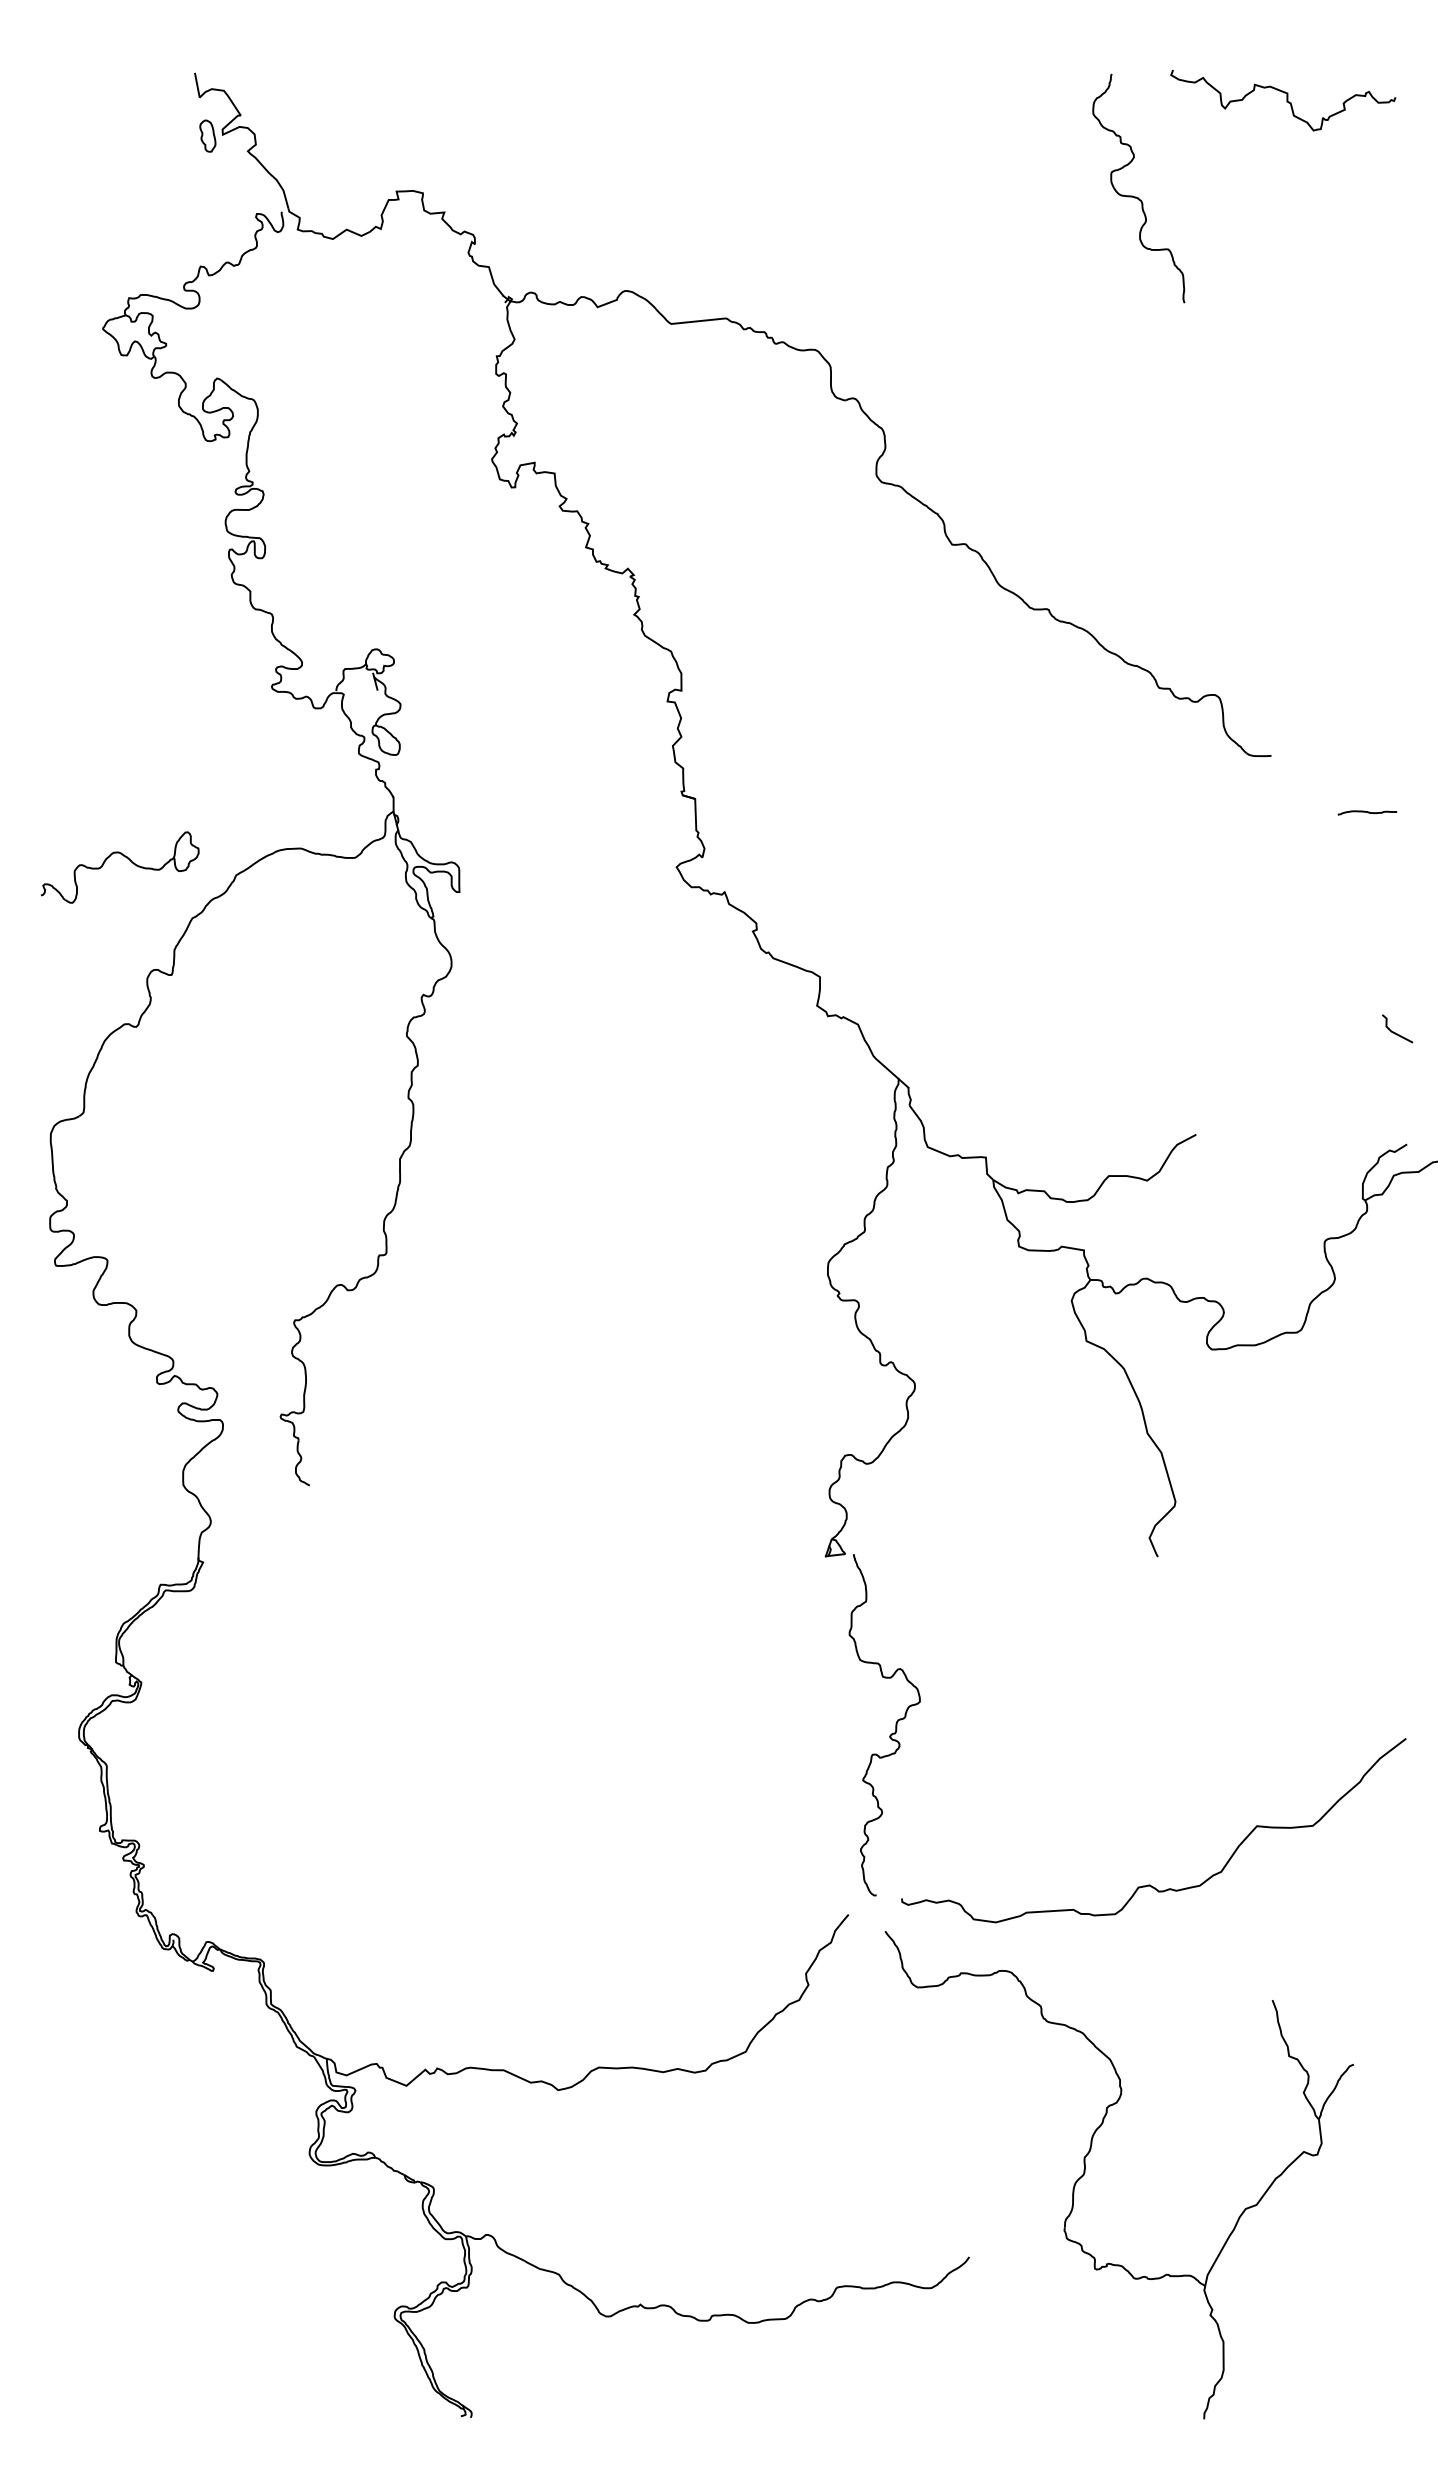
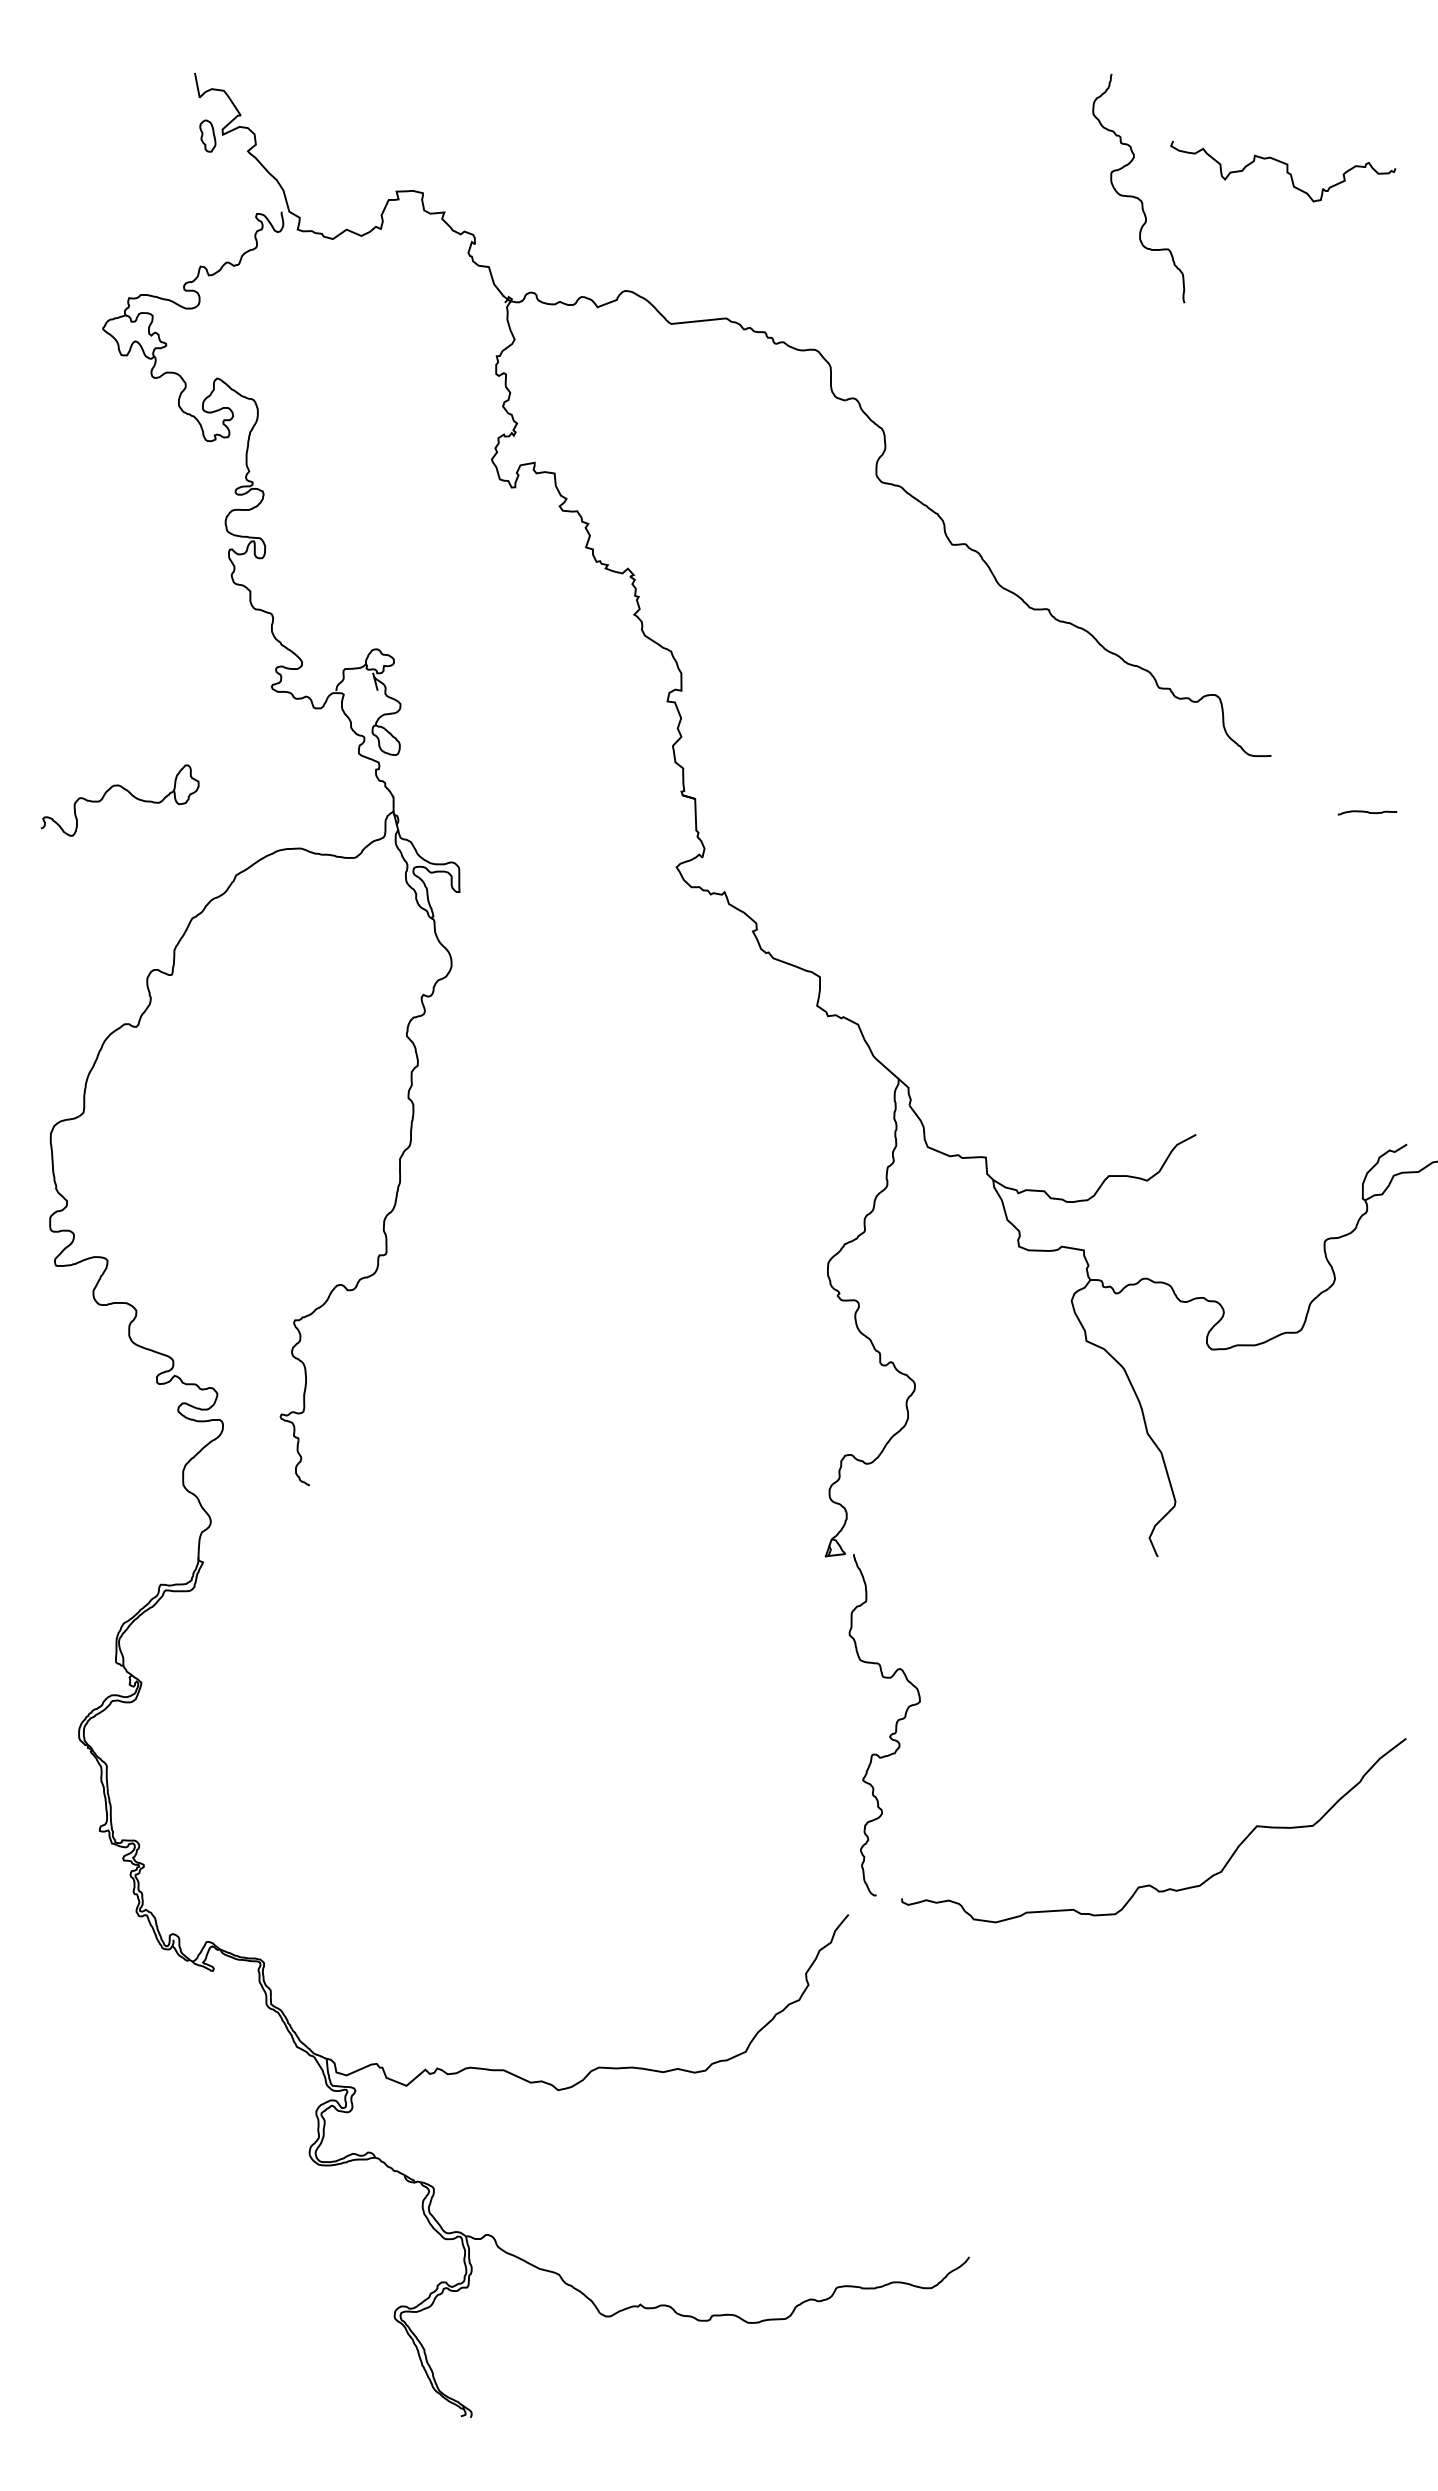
curve at (1286, 100) position: (1286, 100) -> (1286, 171)
part at (124, 857) position: (124, 857) -> (124, 790)
line at (1395, 1032): present -> none
part at (1085, 2173): present -> none
